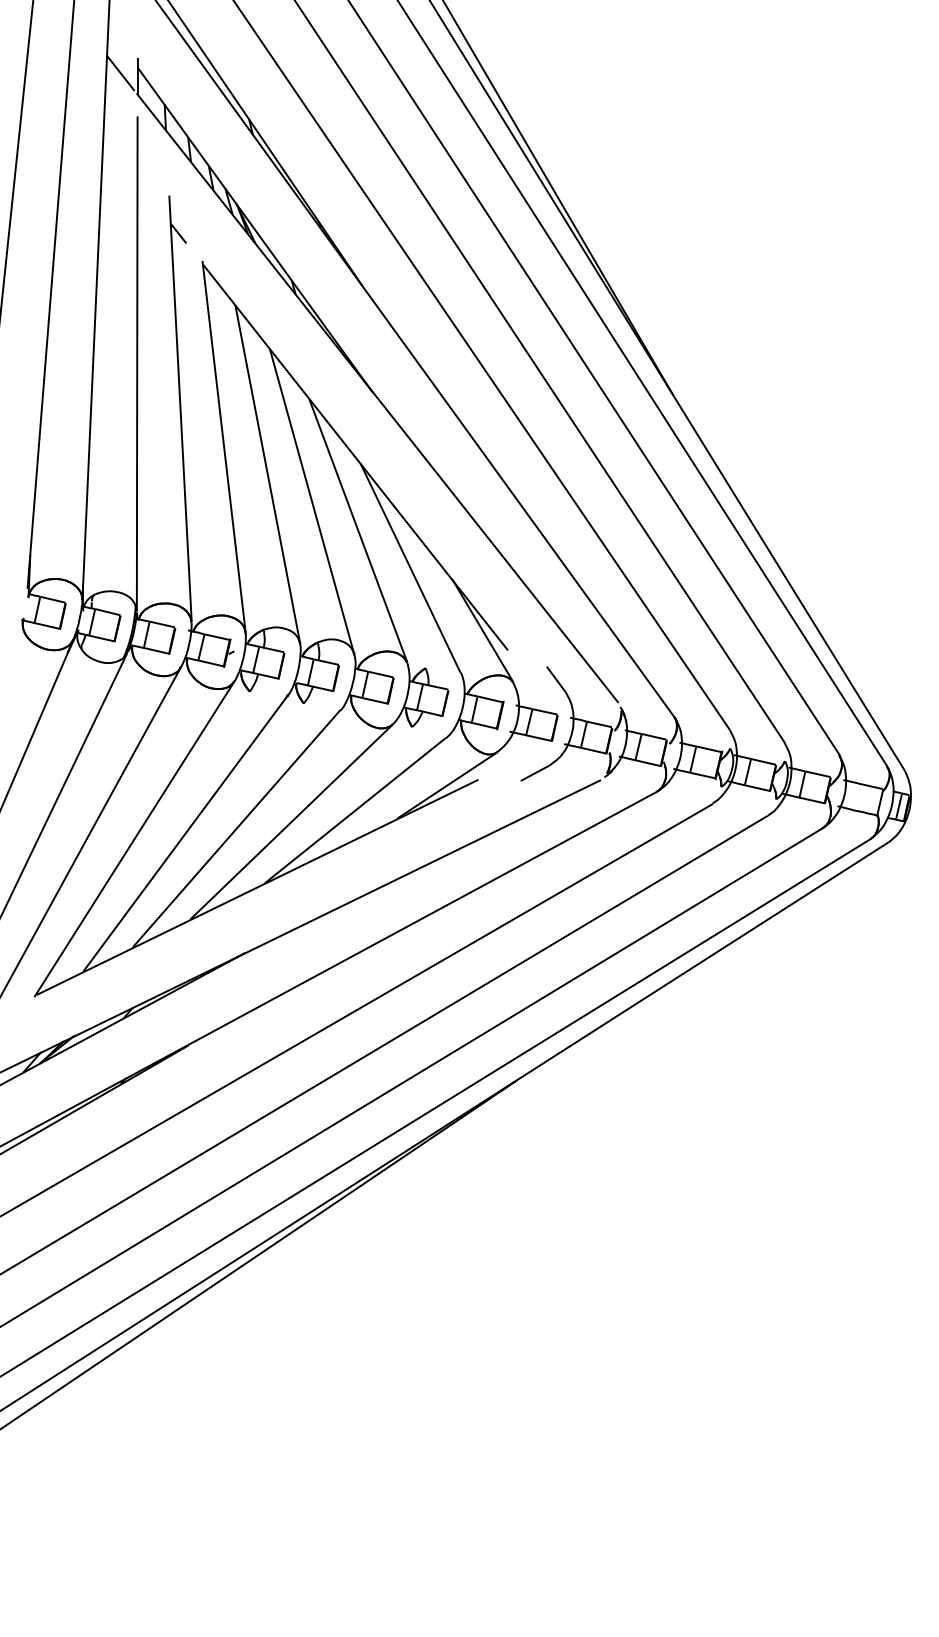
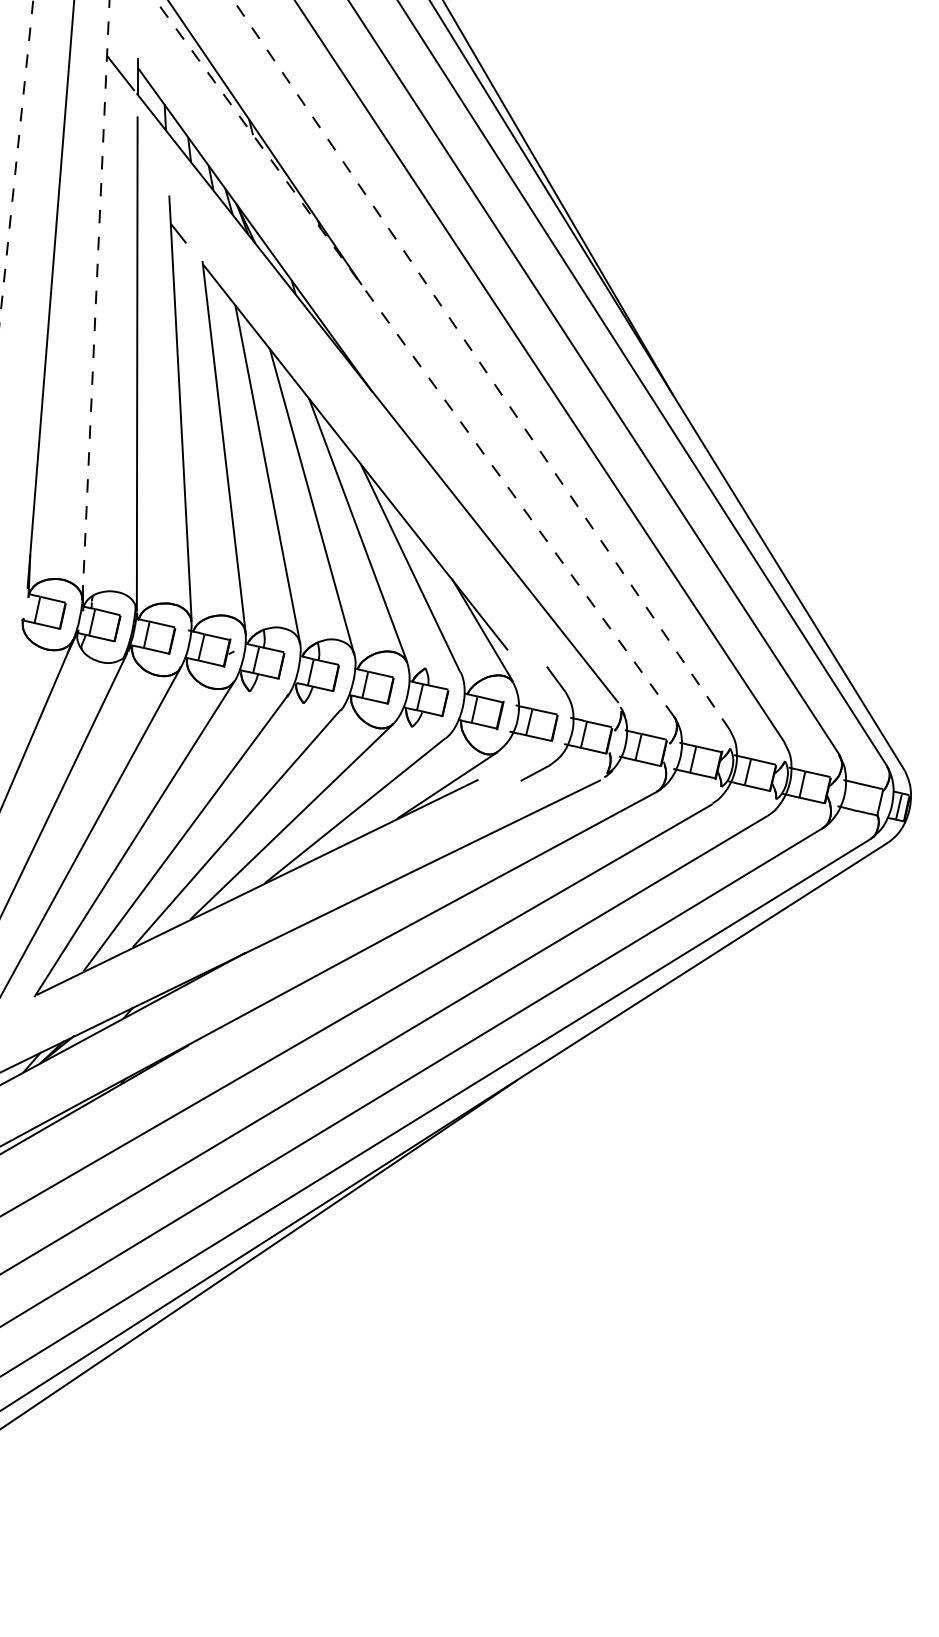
line at (16, 159): solid -> dashed
line at (96, 299): solid -> dashed
line at (414, 358): solid -> dashed
line at (481, 364): solid -> dashed
